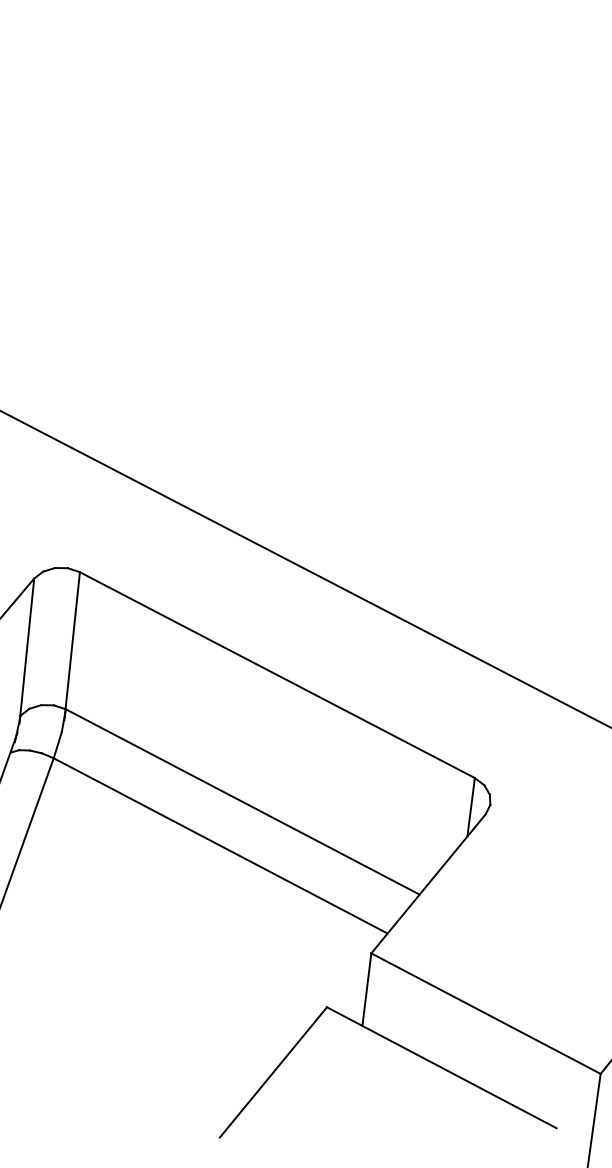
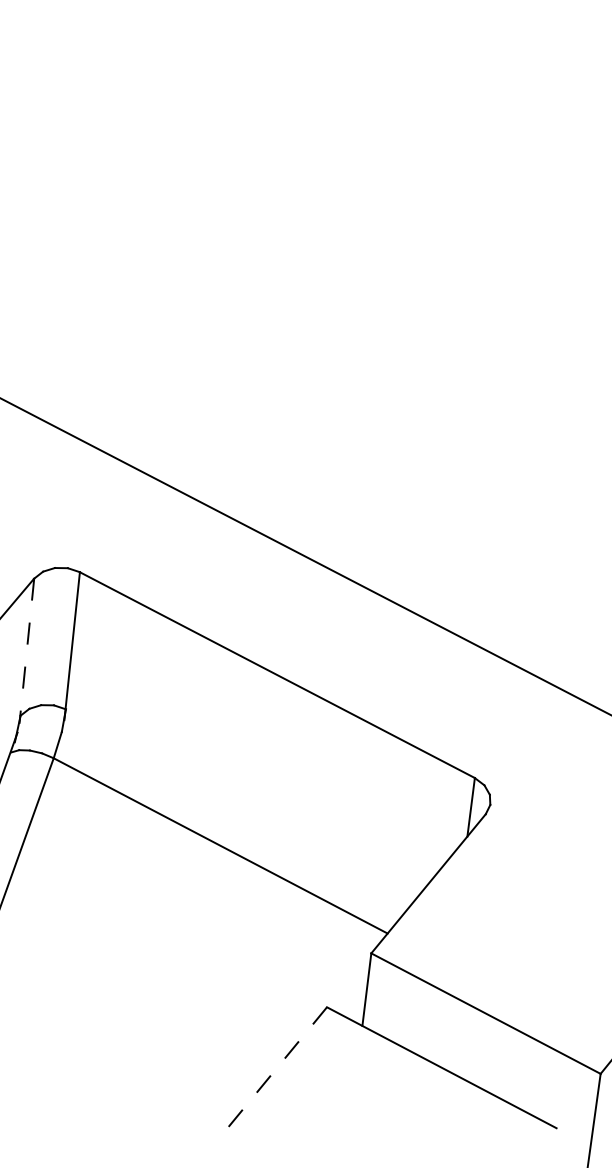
line at (305, 568) position: (305, 568) -> (305, 556)
line at (26, 651): solid -> dashed
line at (242, 801): present -> none
line at (273, 1072): solid -> dashed
